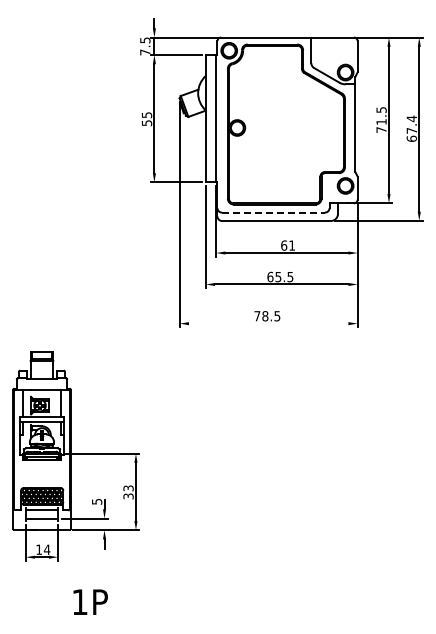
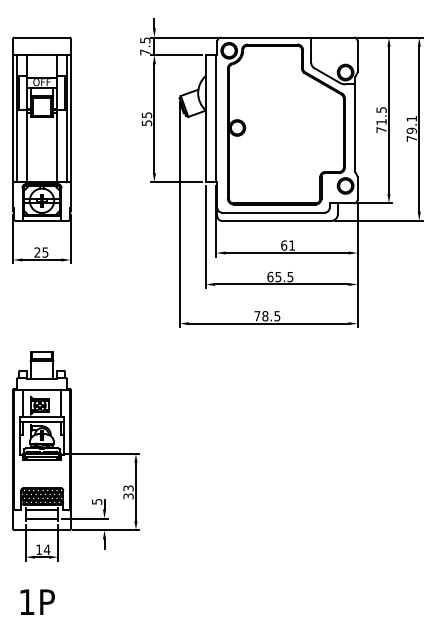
text at (411, 128): 67.4 -> 79.1
part at (41, 149): none -> present
line at (274, 212): dashed -> solid
line at (268, 323): none -> present
text at (90, 601) position: (90, 601) -> (37, 601)
